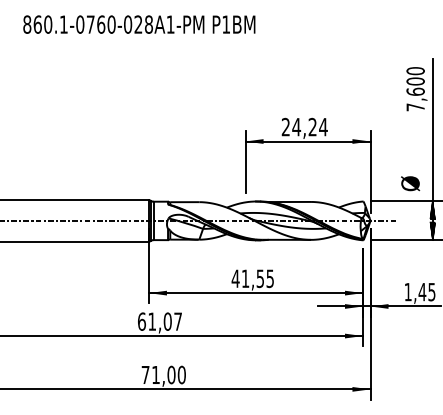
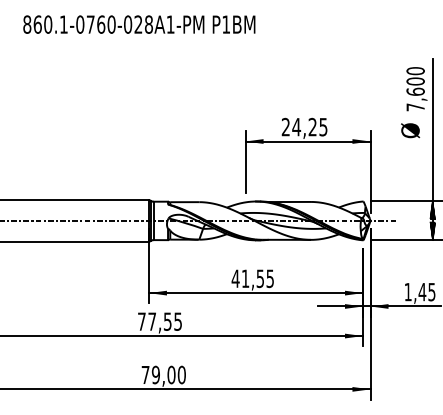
text at (323, 127): 24,24 -> 24,25
text at (410, 183) position: (410, 183) -> (410, 130)
text at (159, 321): 61,07 -> 77,55
text at (155, 374): 71,00 -> 79,00
